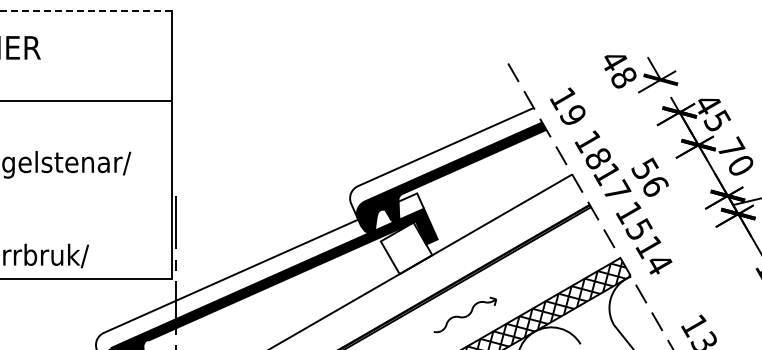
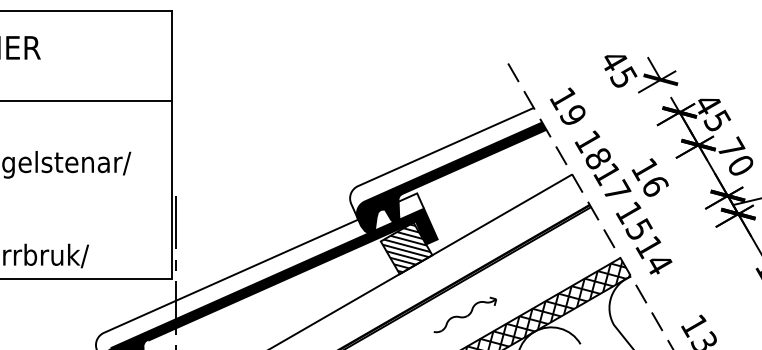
line at (86, 10): dashed -> solid
text at (623, 77): 48 -> 45
text at (644, 169): 56 -> 16
hatch at (406, 248): none -> present
